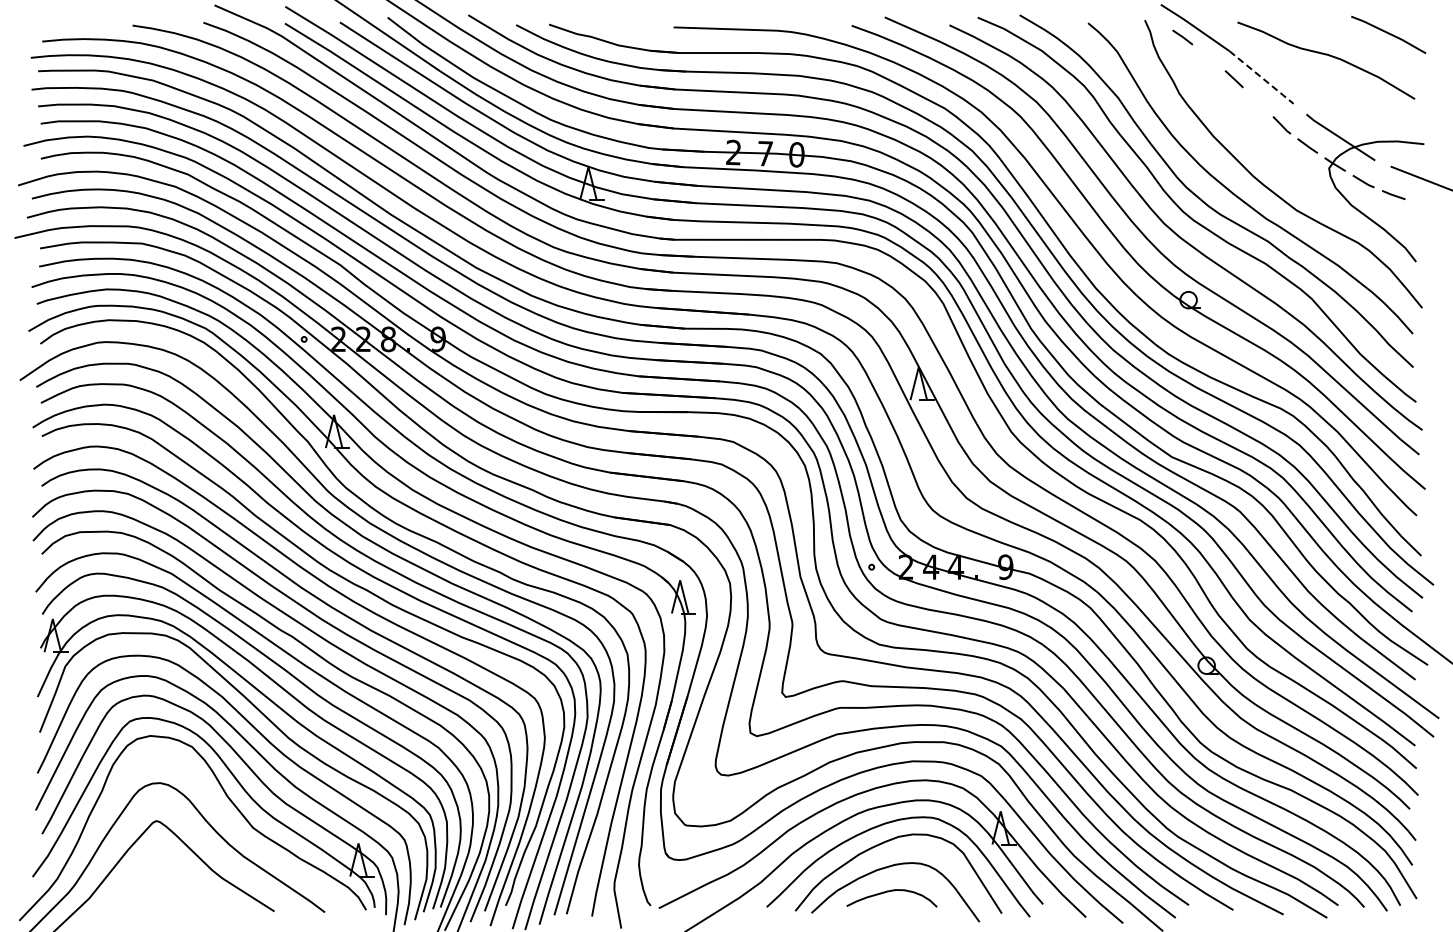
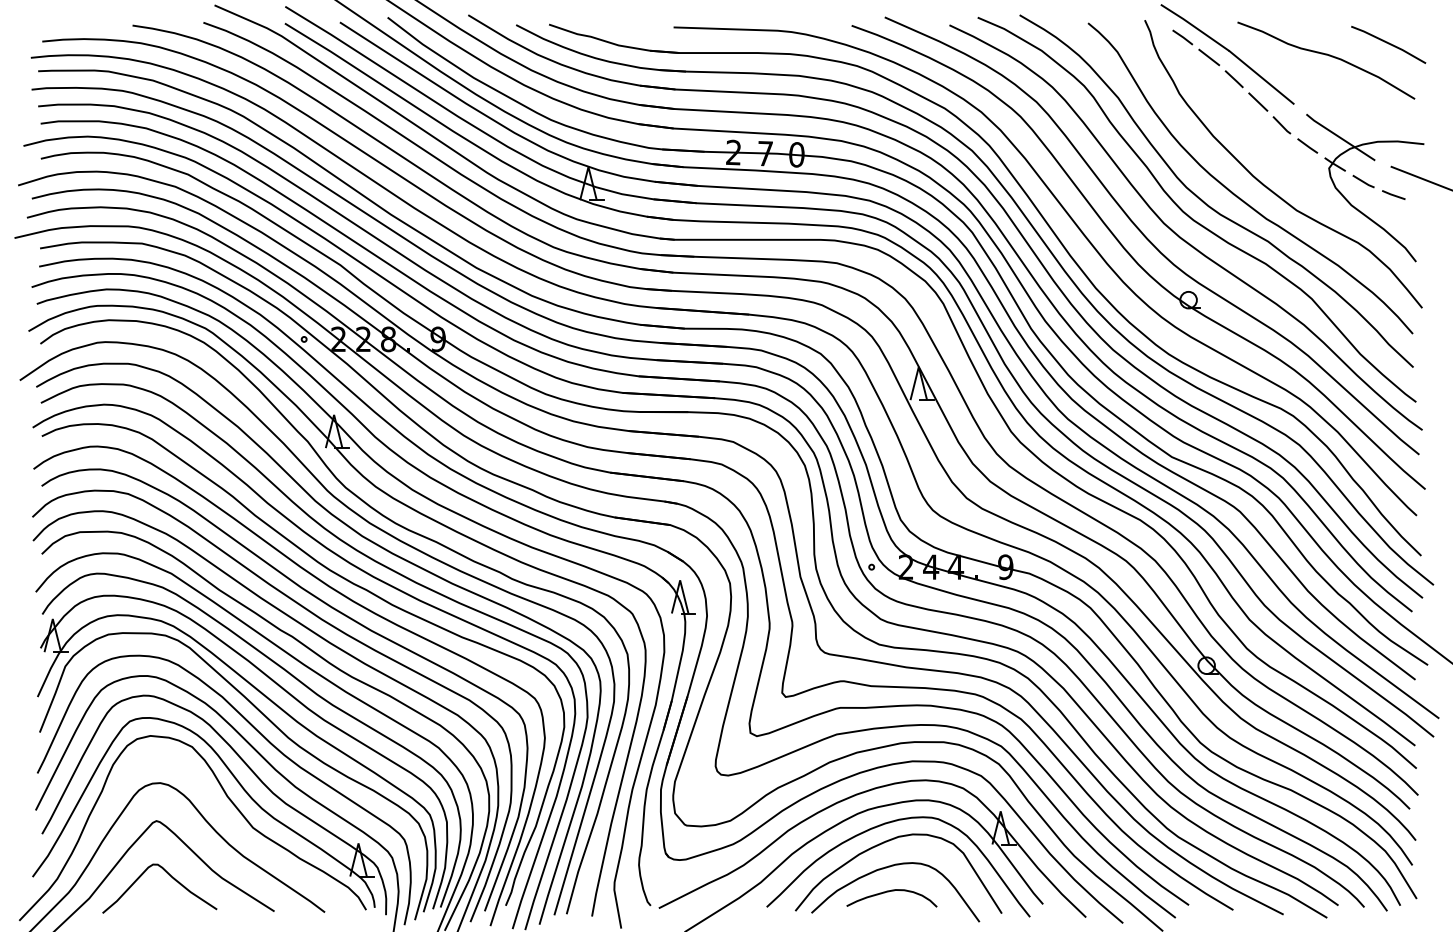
line at (1388, 34) position: (1388, 34) -> (1388, 44)
line at (1209, 57): none -> present
line at (1261, 77): dashed -> solid
line at (1258, 101): none -> present
curve at (170, 876): none -> present
